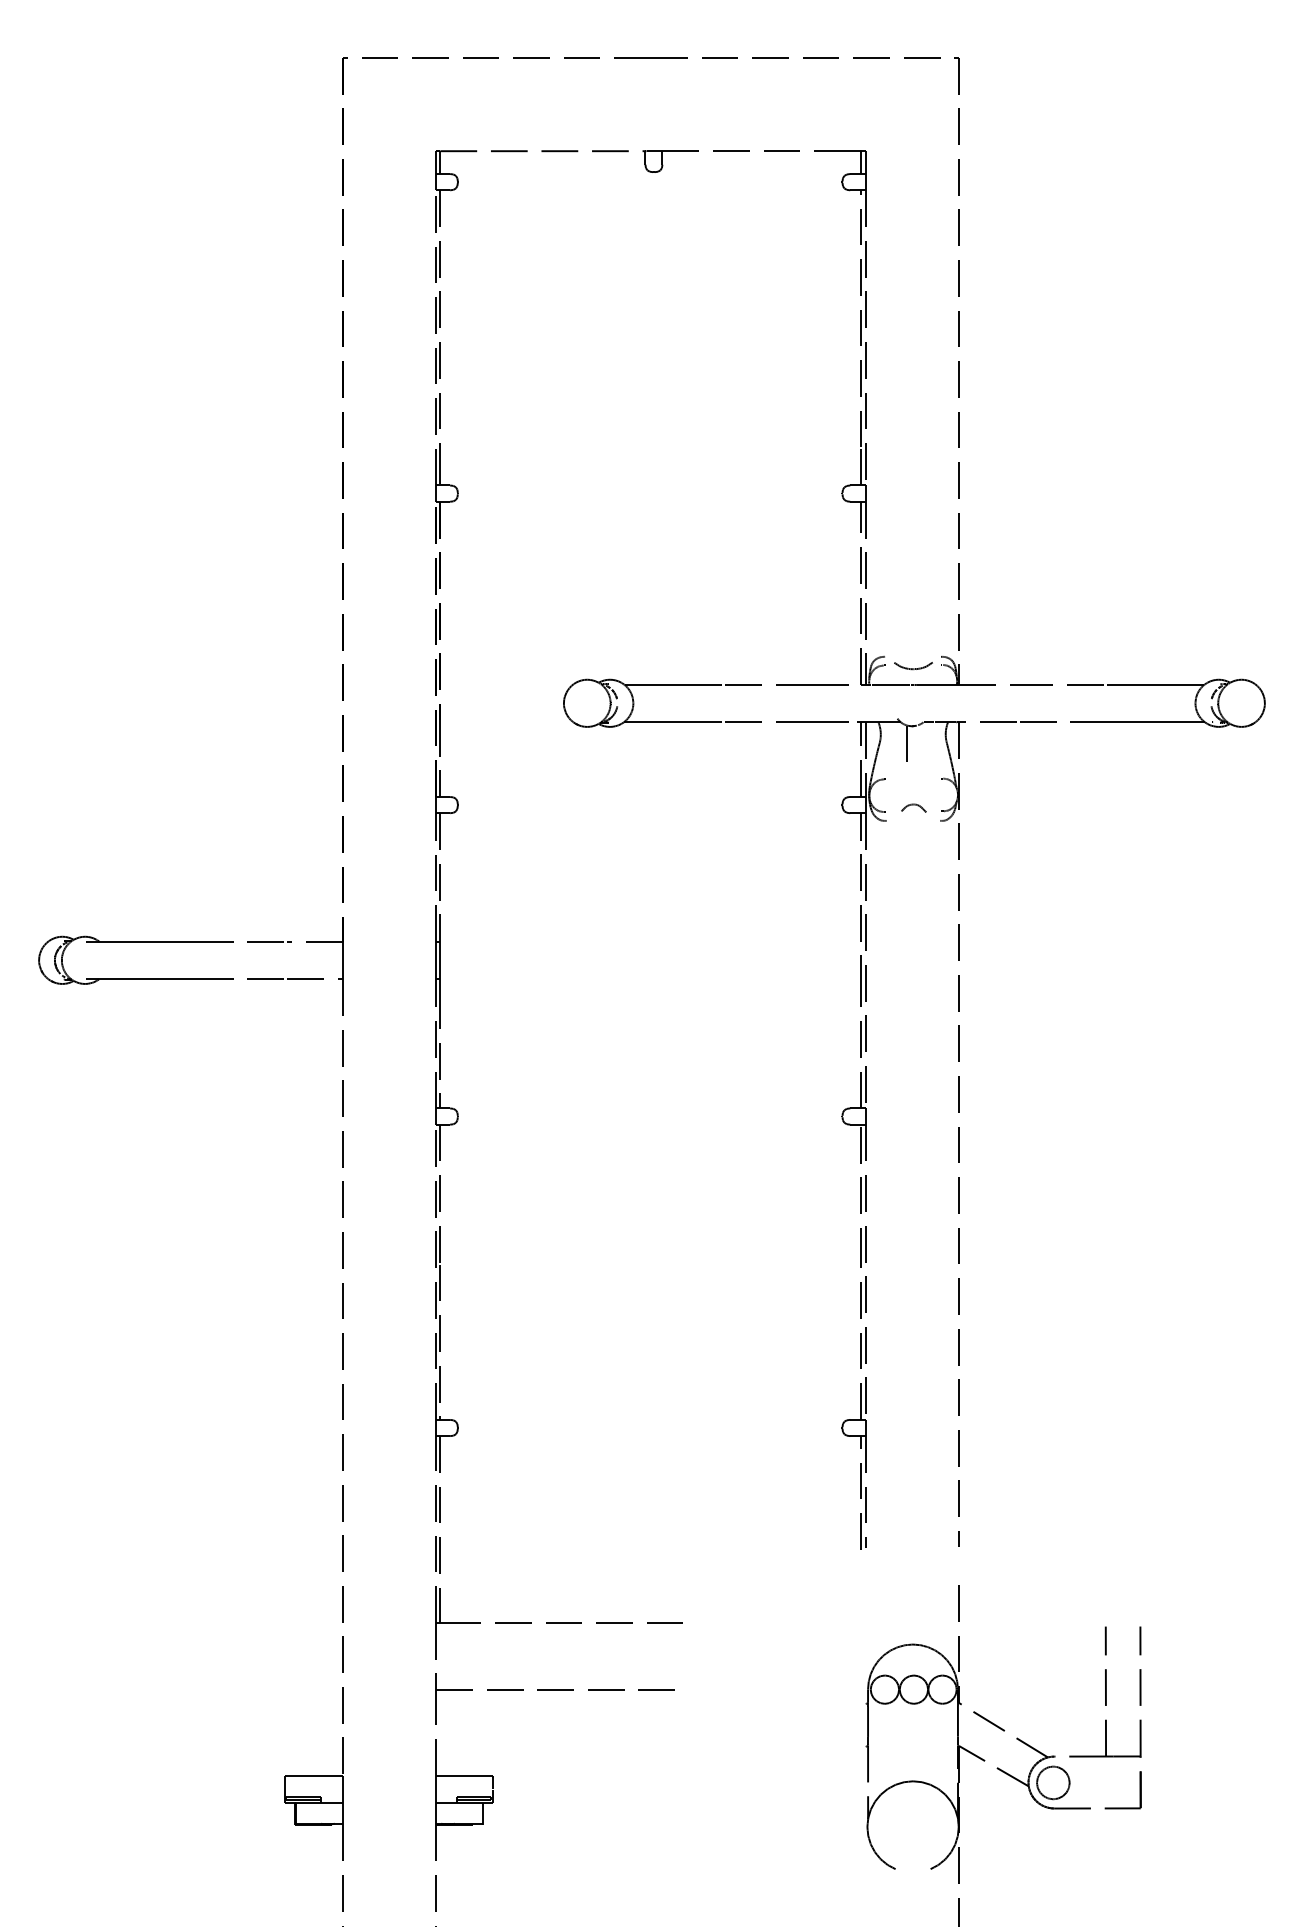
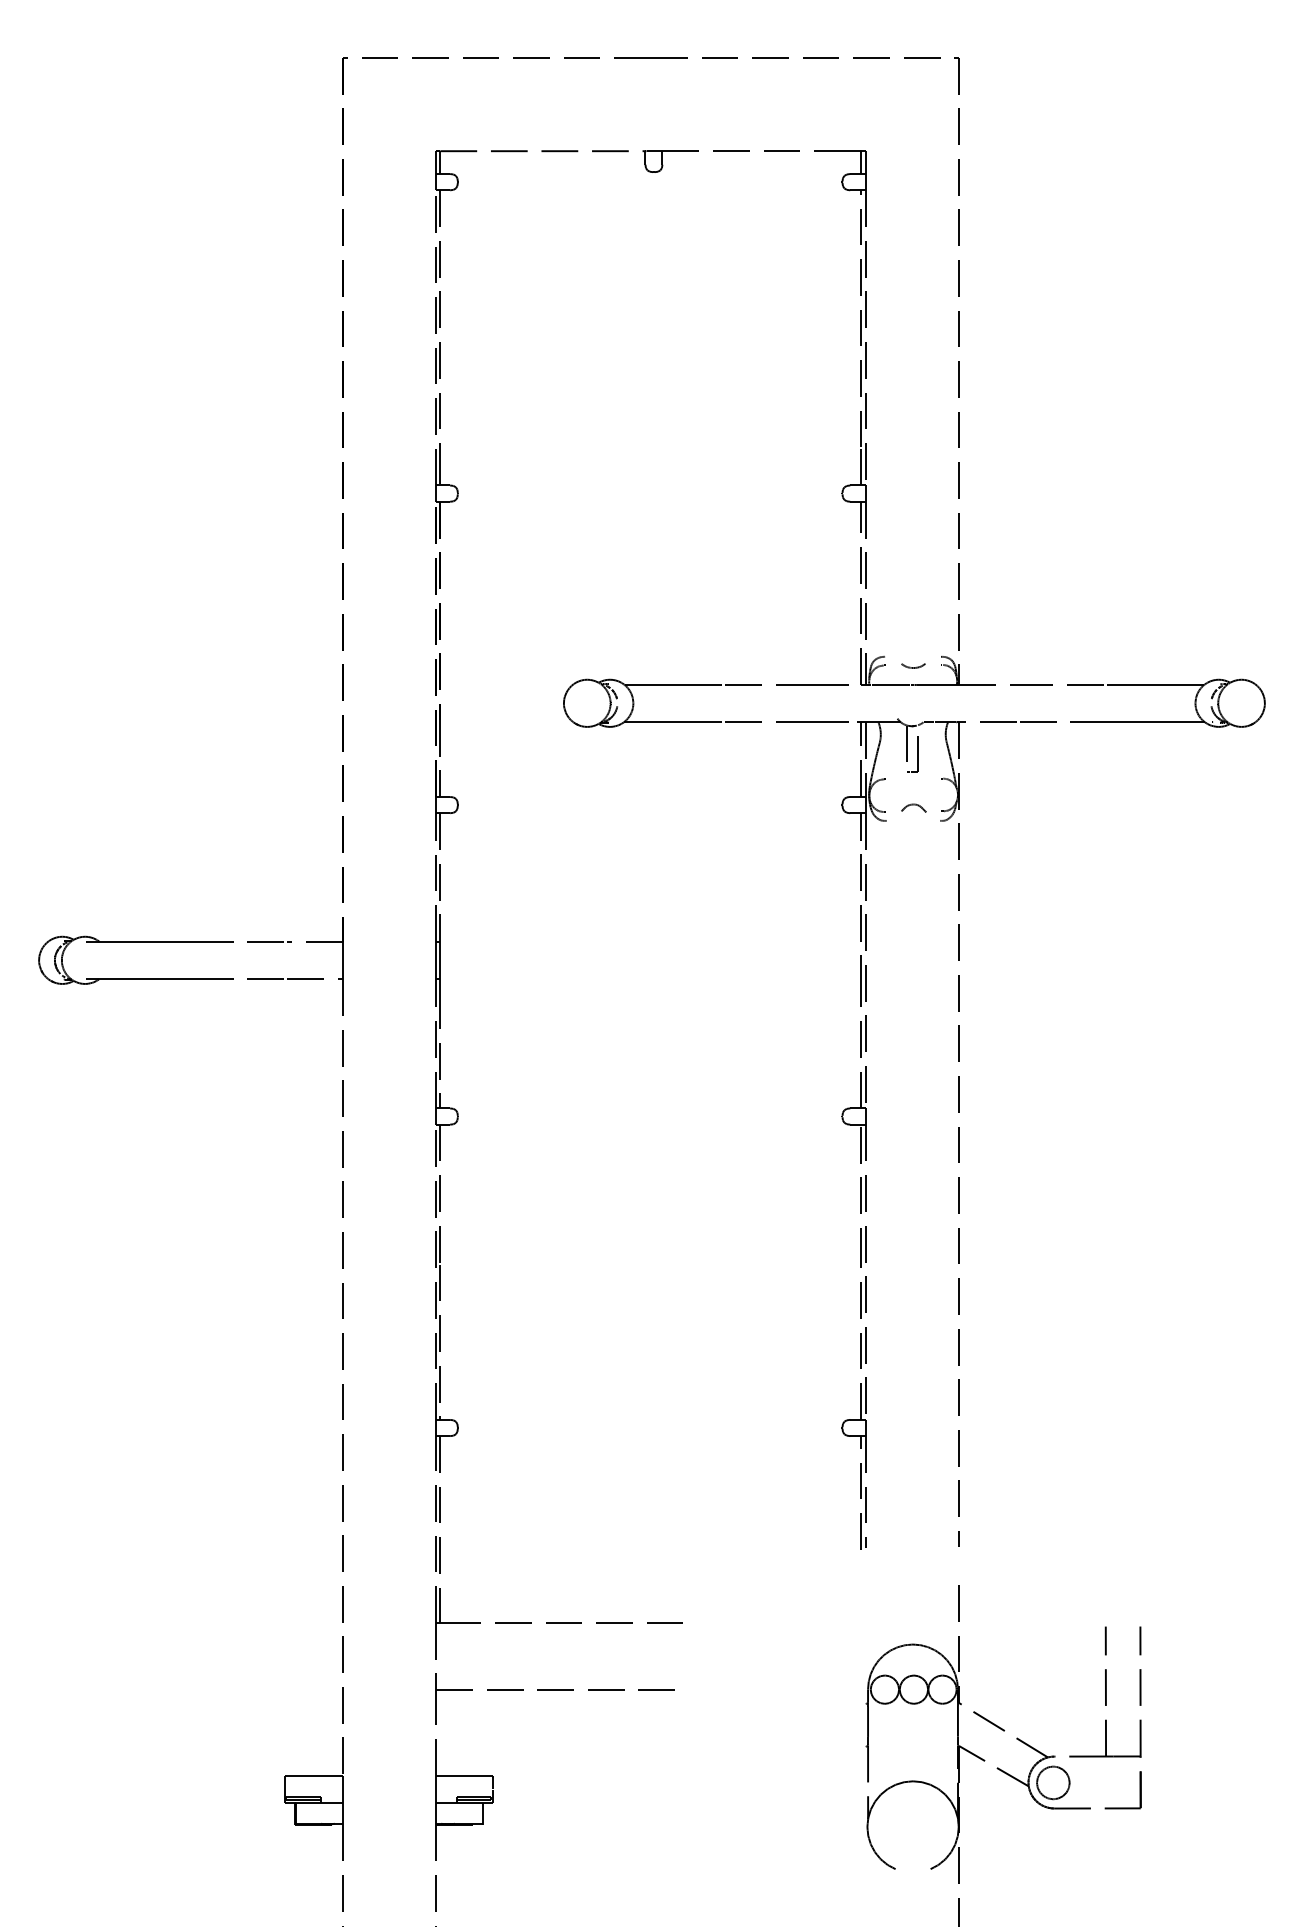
part at (913, 666) size: 39x9 px -> 25x6 px
part at (912, 754): none -> present
